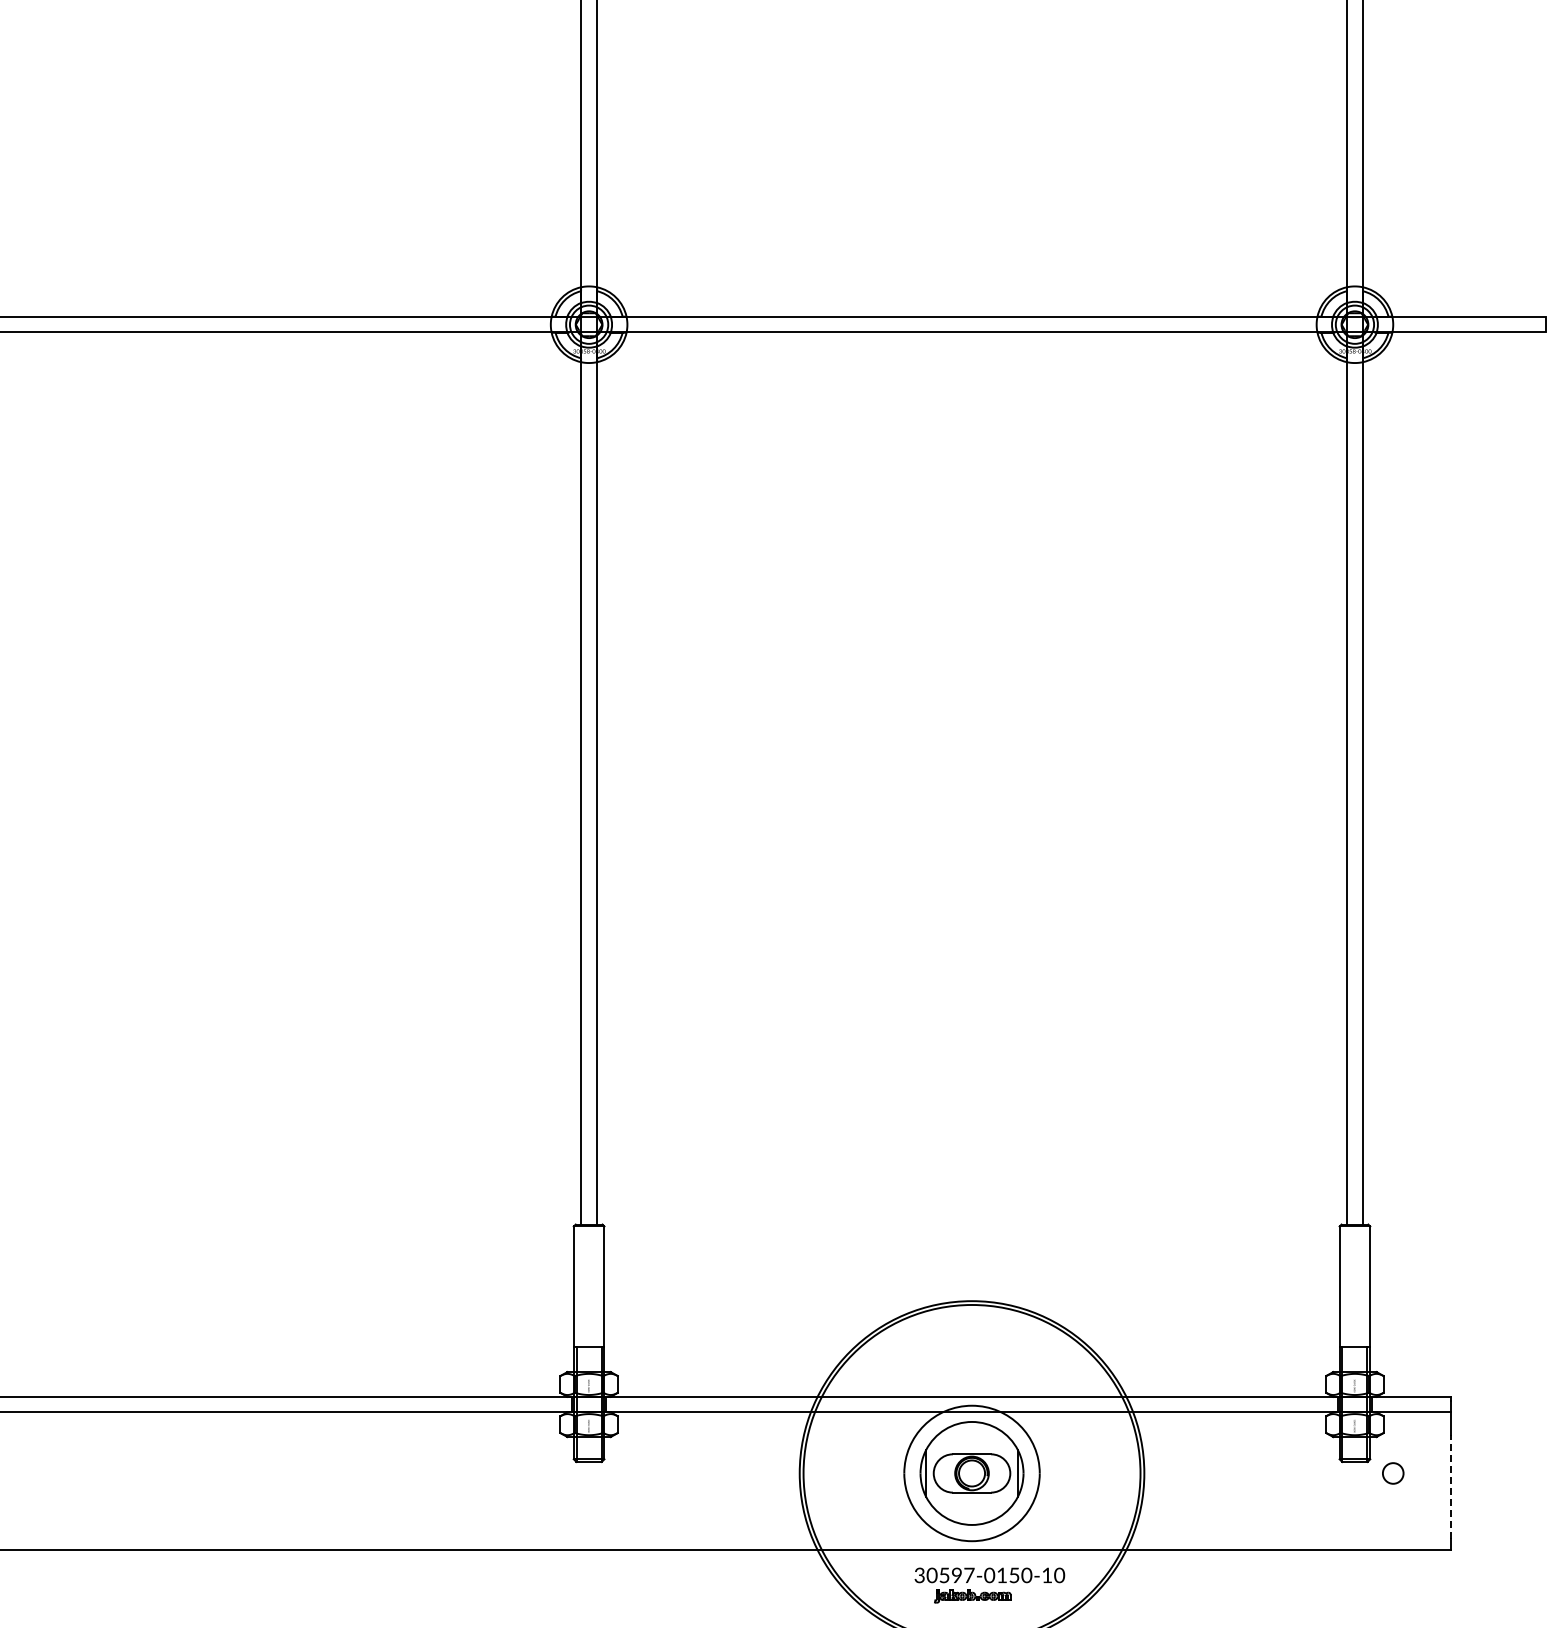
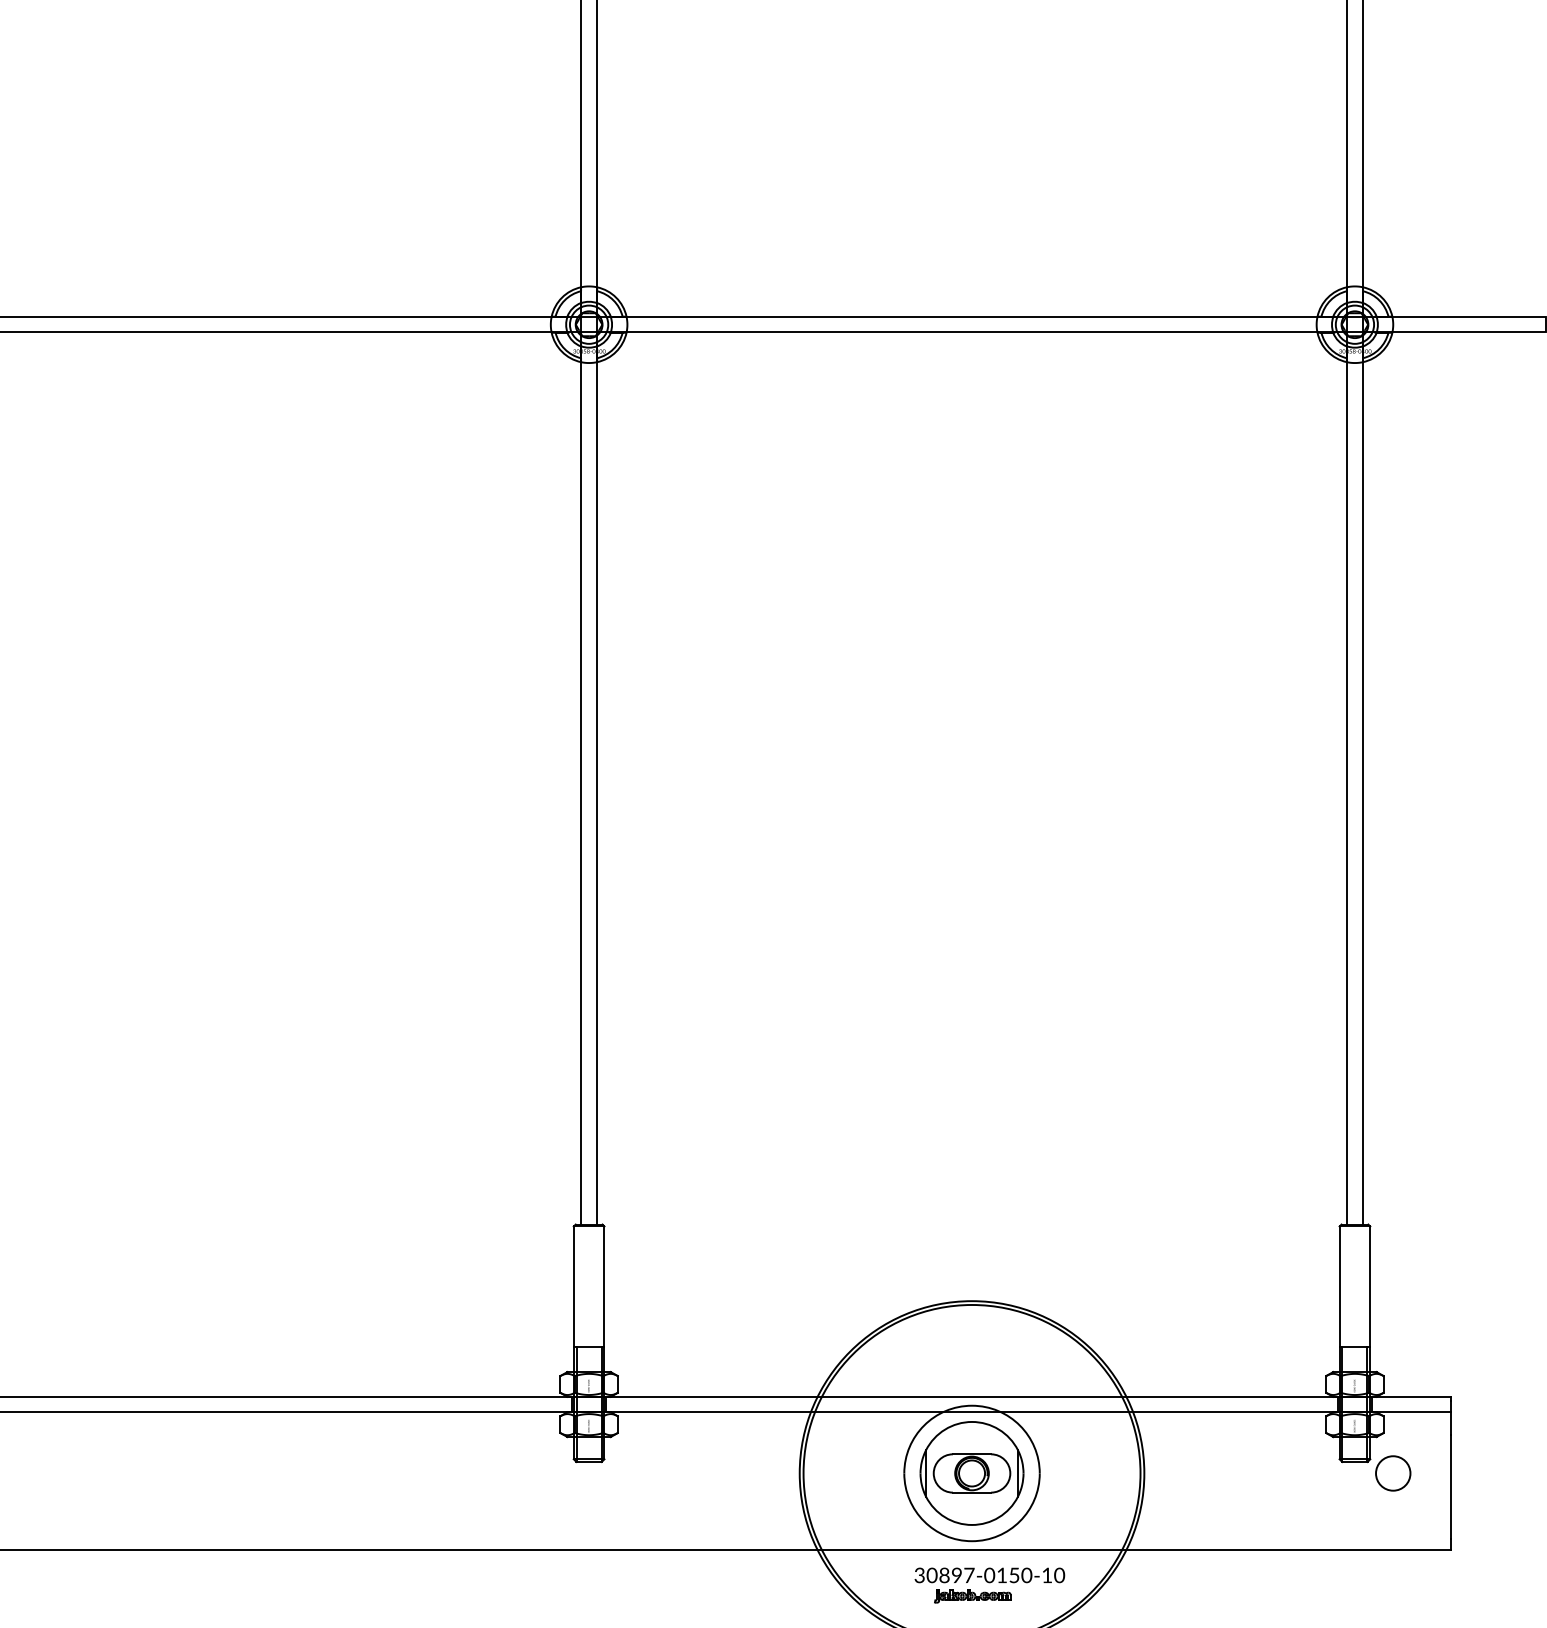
circle at (1392, 1473) diameter: 21 px -> 34 px
line at (1450, 1486): dashed -> solid
text at (944, 1575): 30597-0150-10 -> 30897-0150-10
